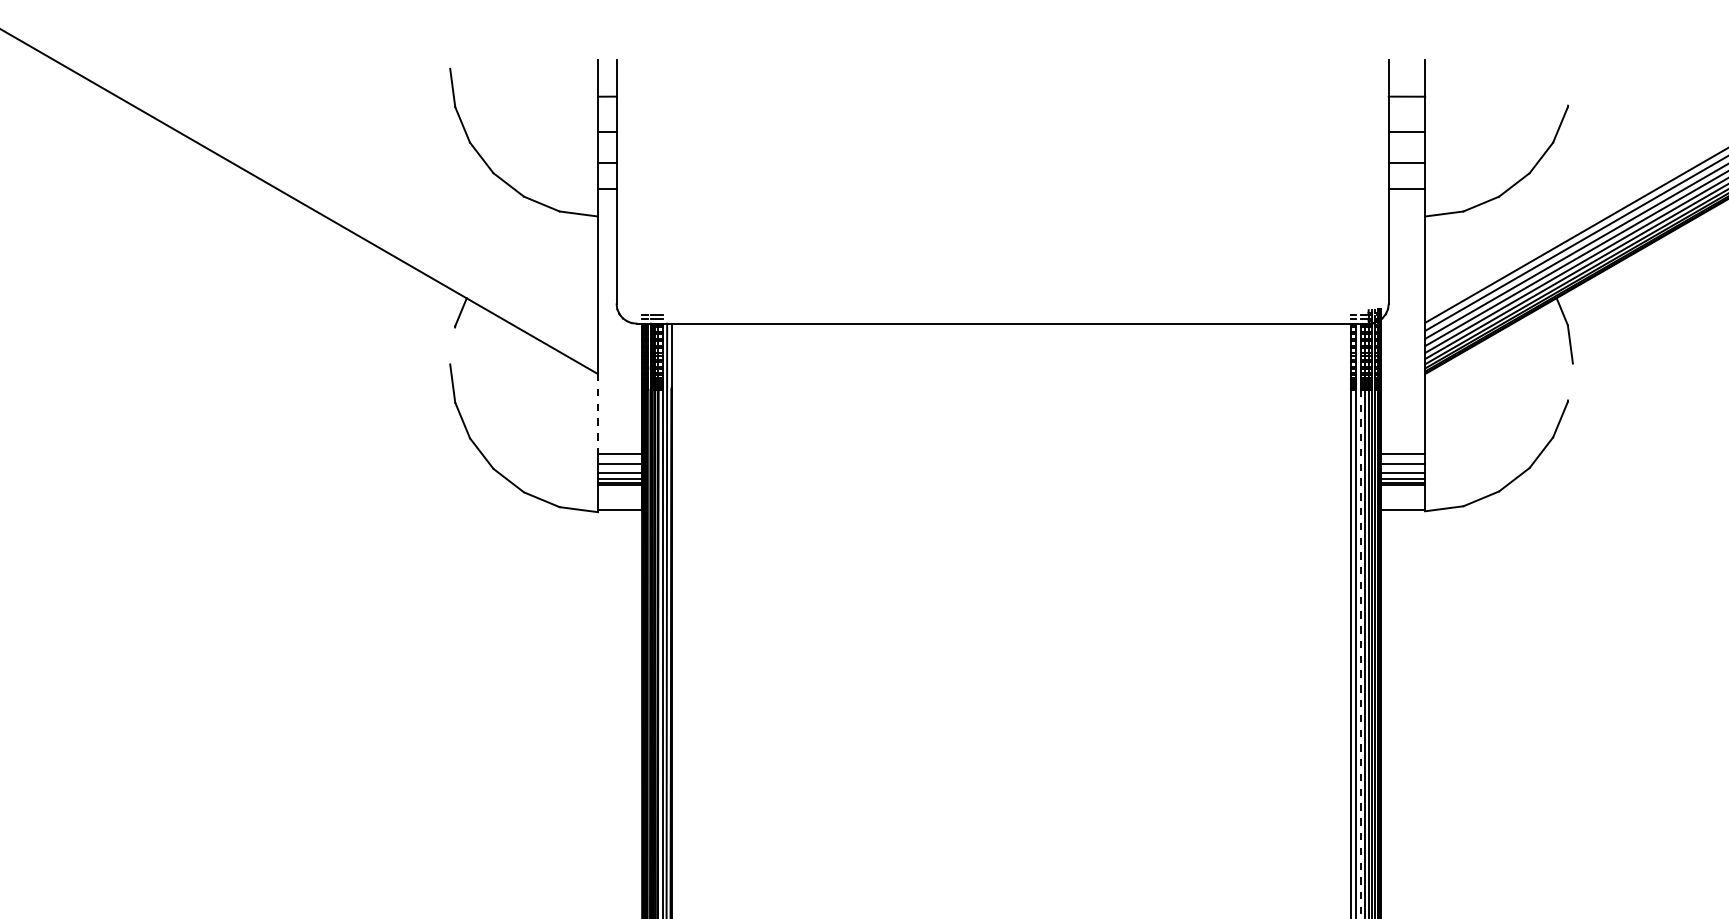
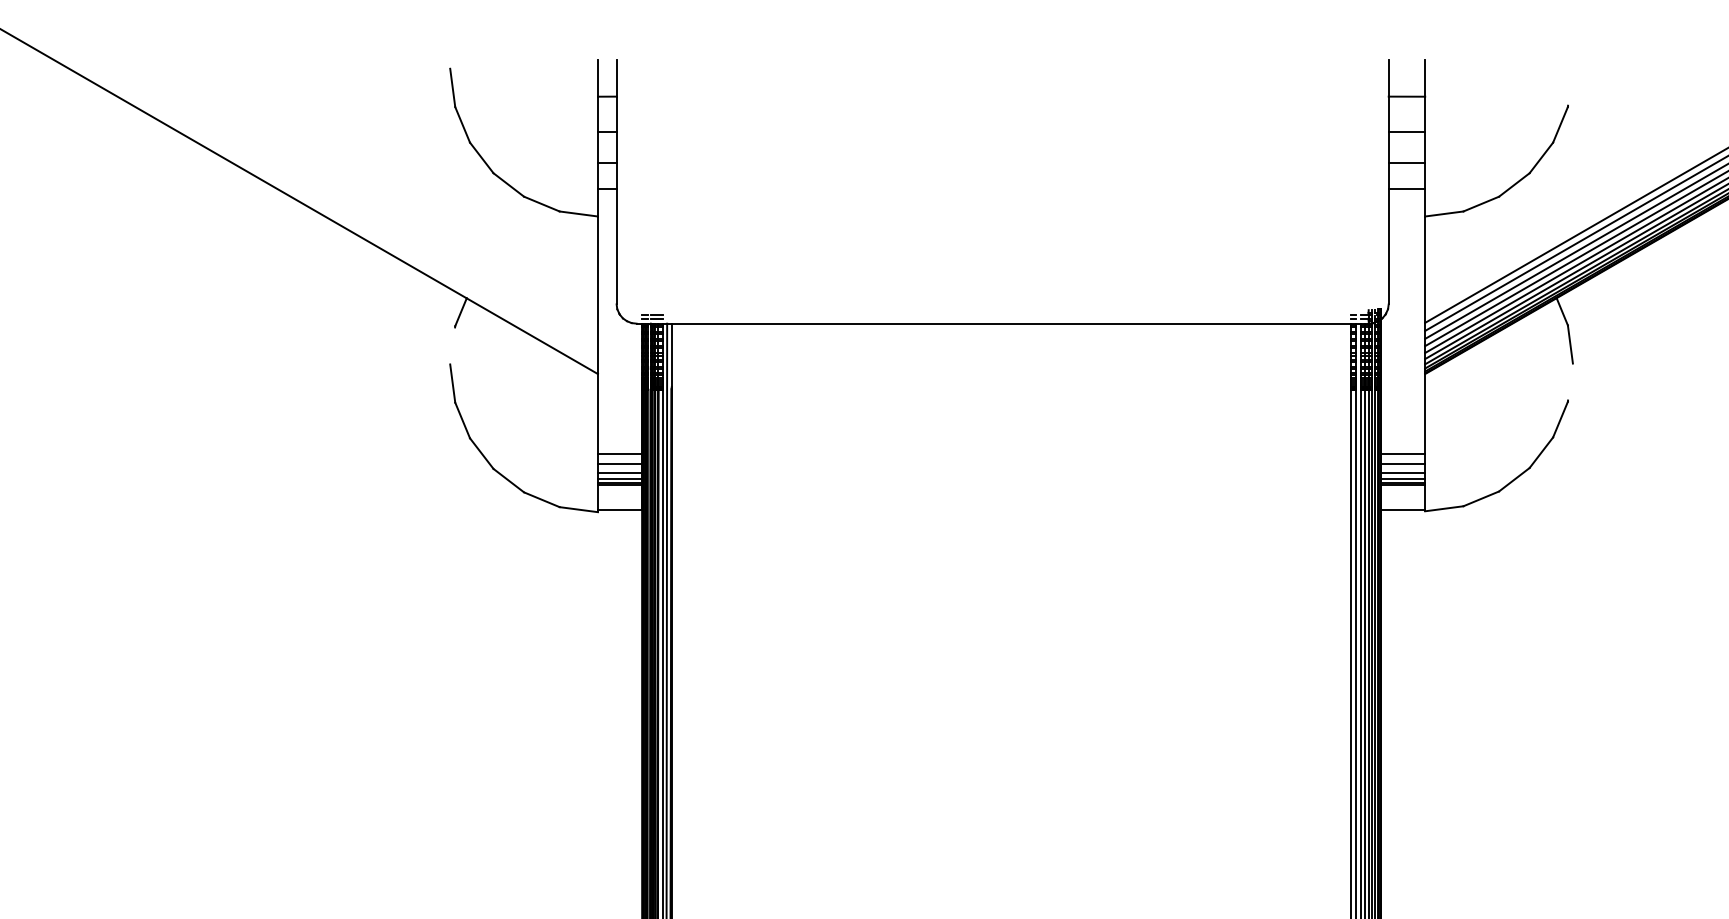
line at (597, 414): dashed -> solid
line at (1360, 654): dashed -> solid
